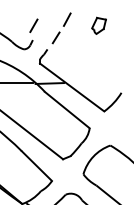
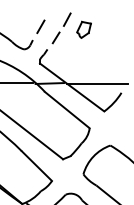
line at (33, 25) position: (33, 25) -> (40, 26)
part at (98, 25) position: (98, 25) -> (83, 29)
line at (97, 83): none -> present
